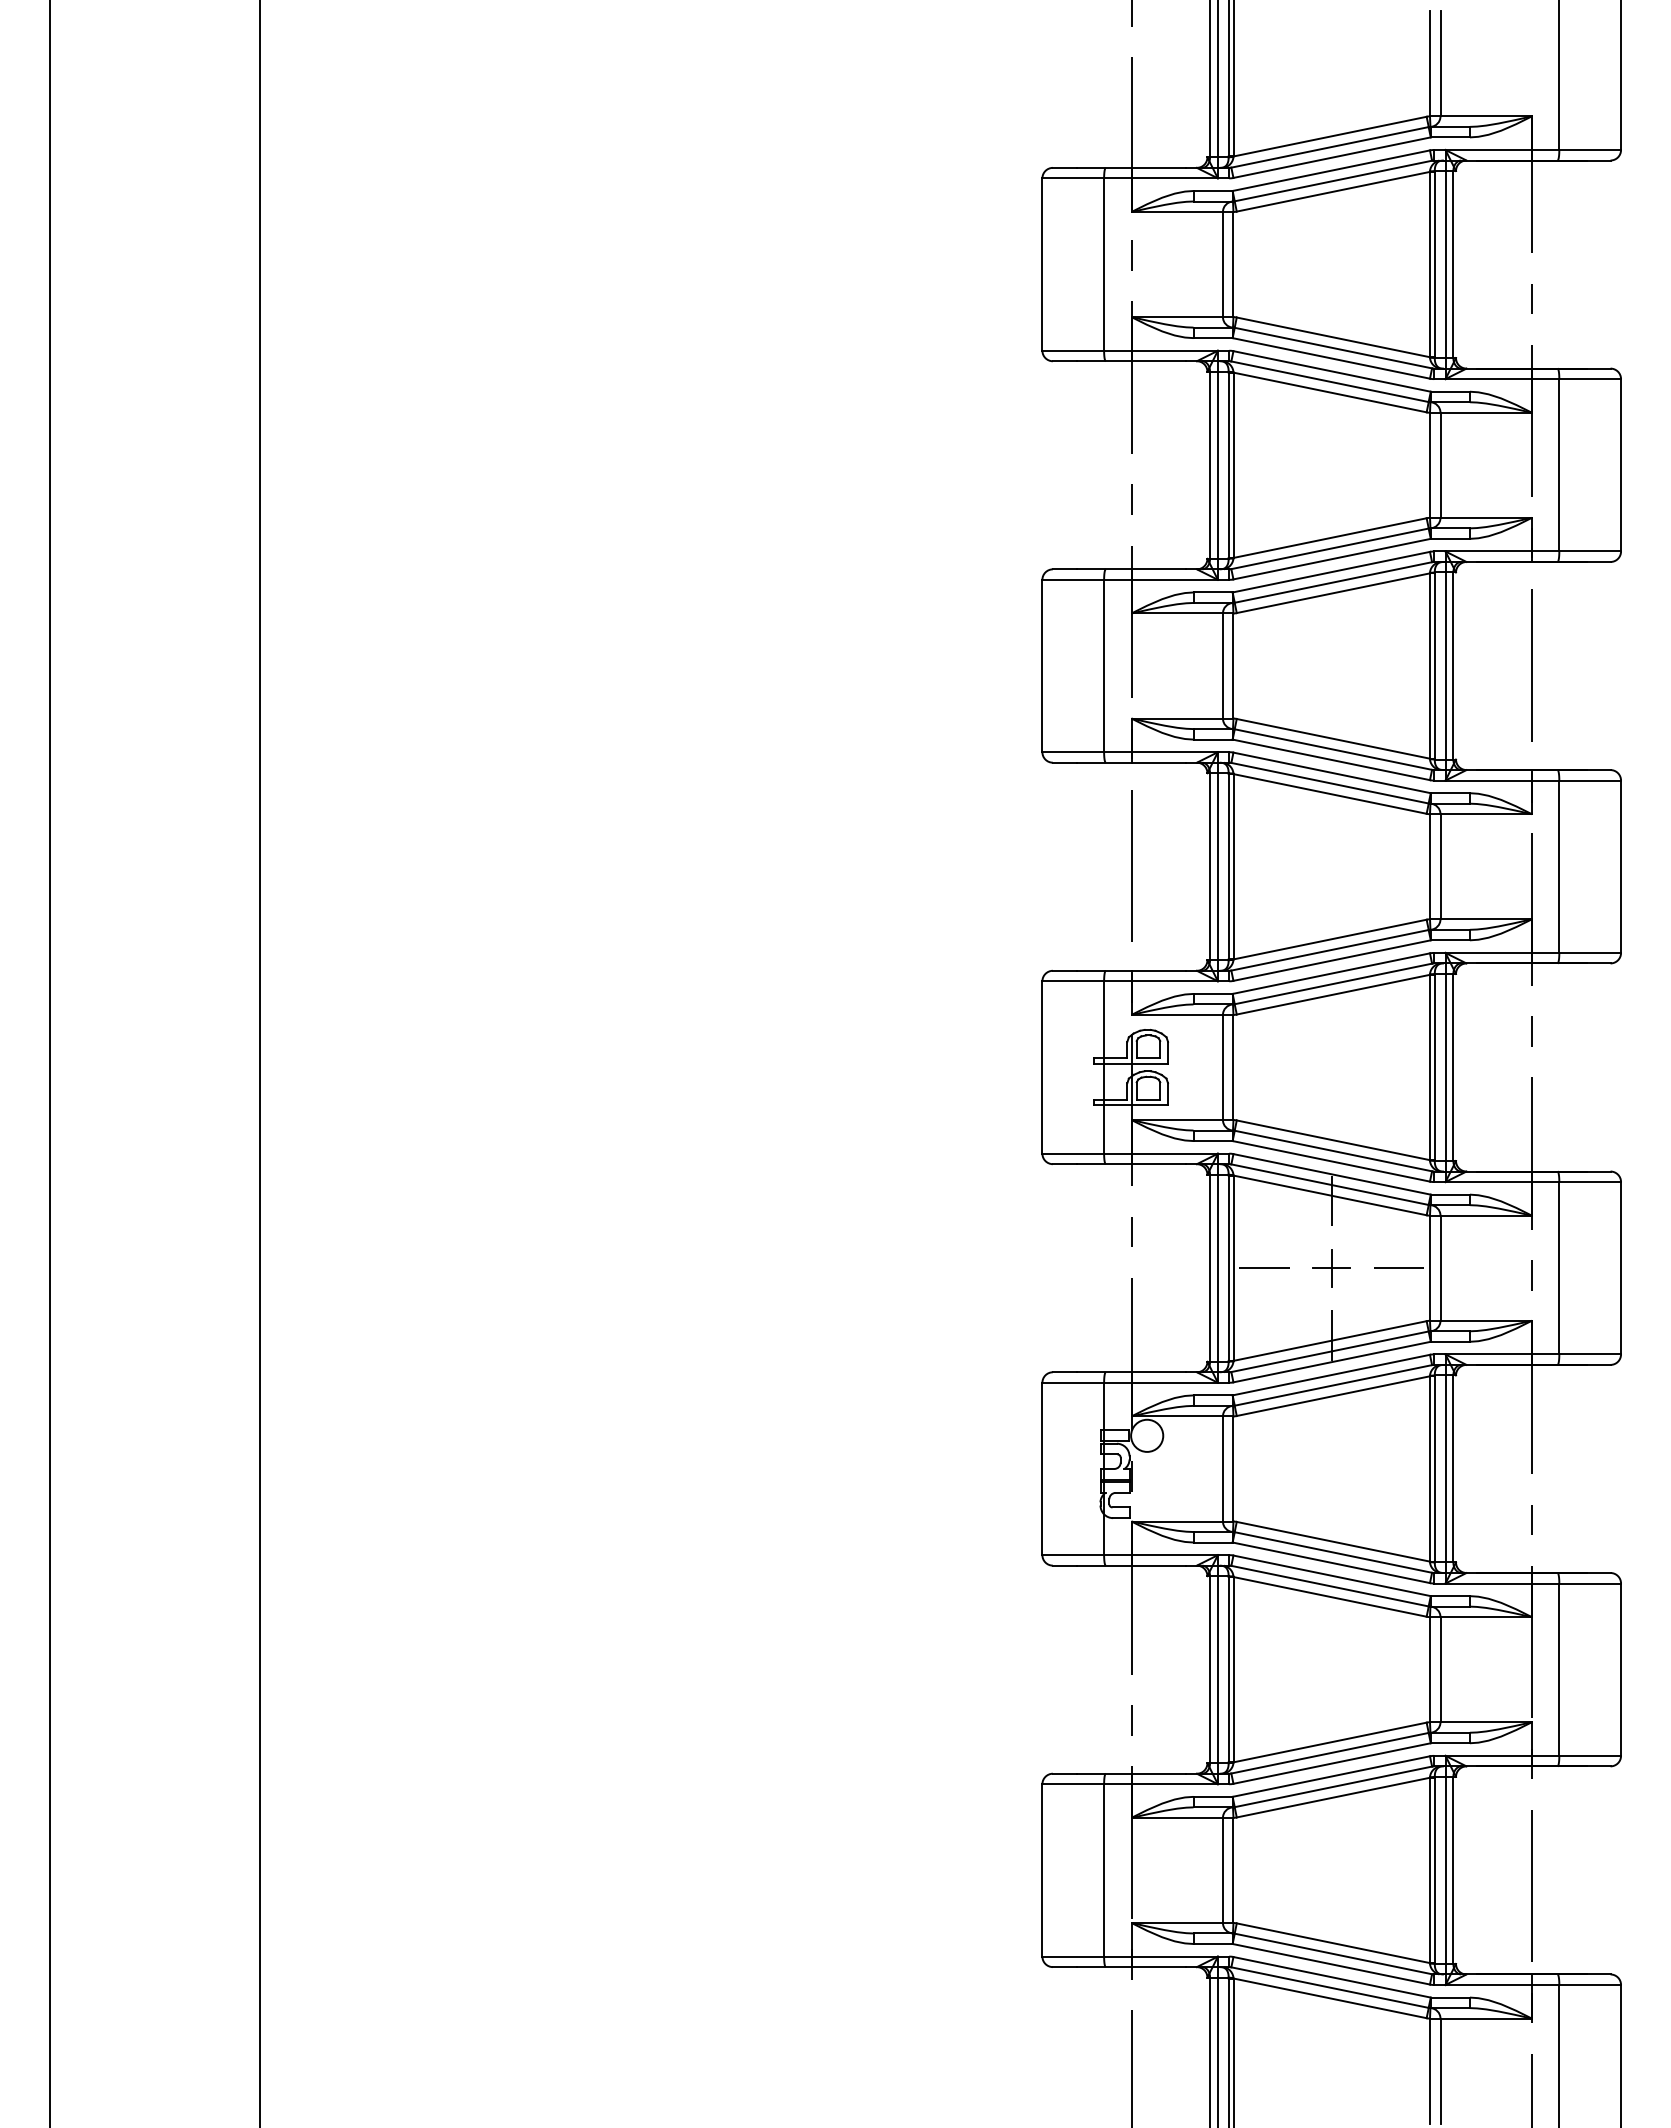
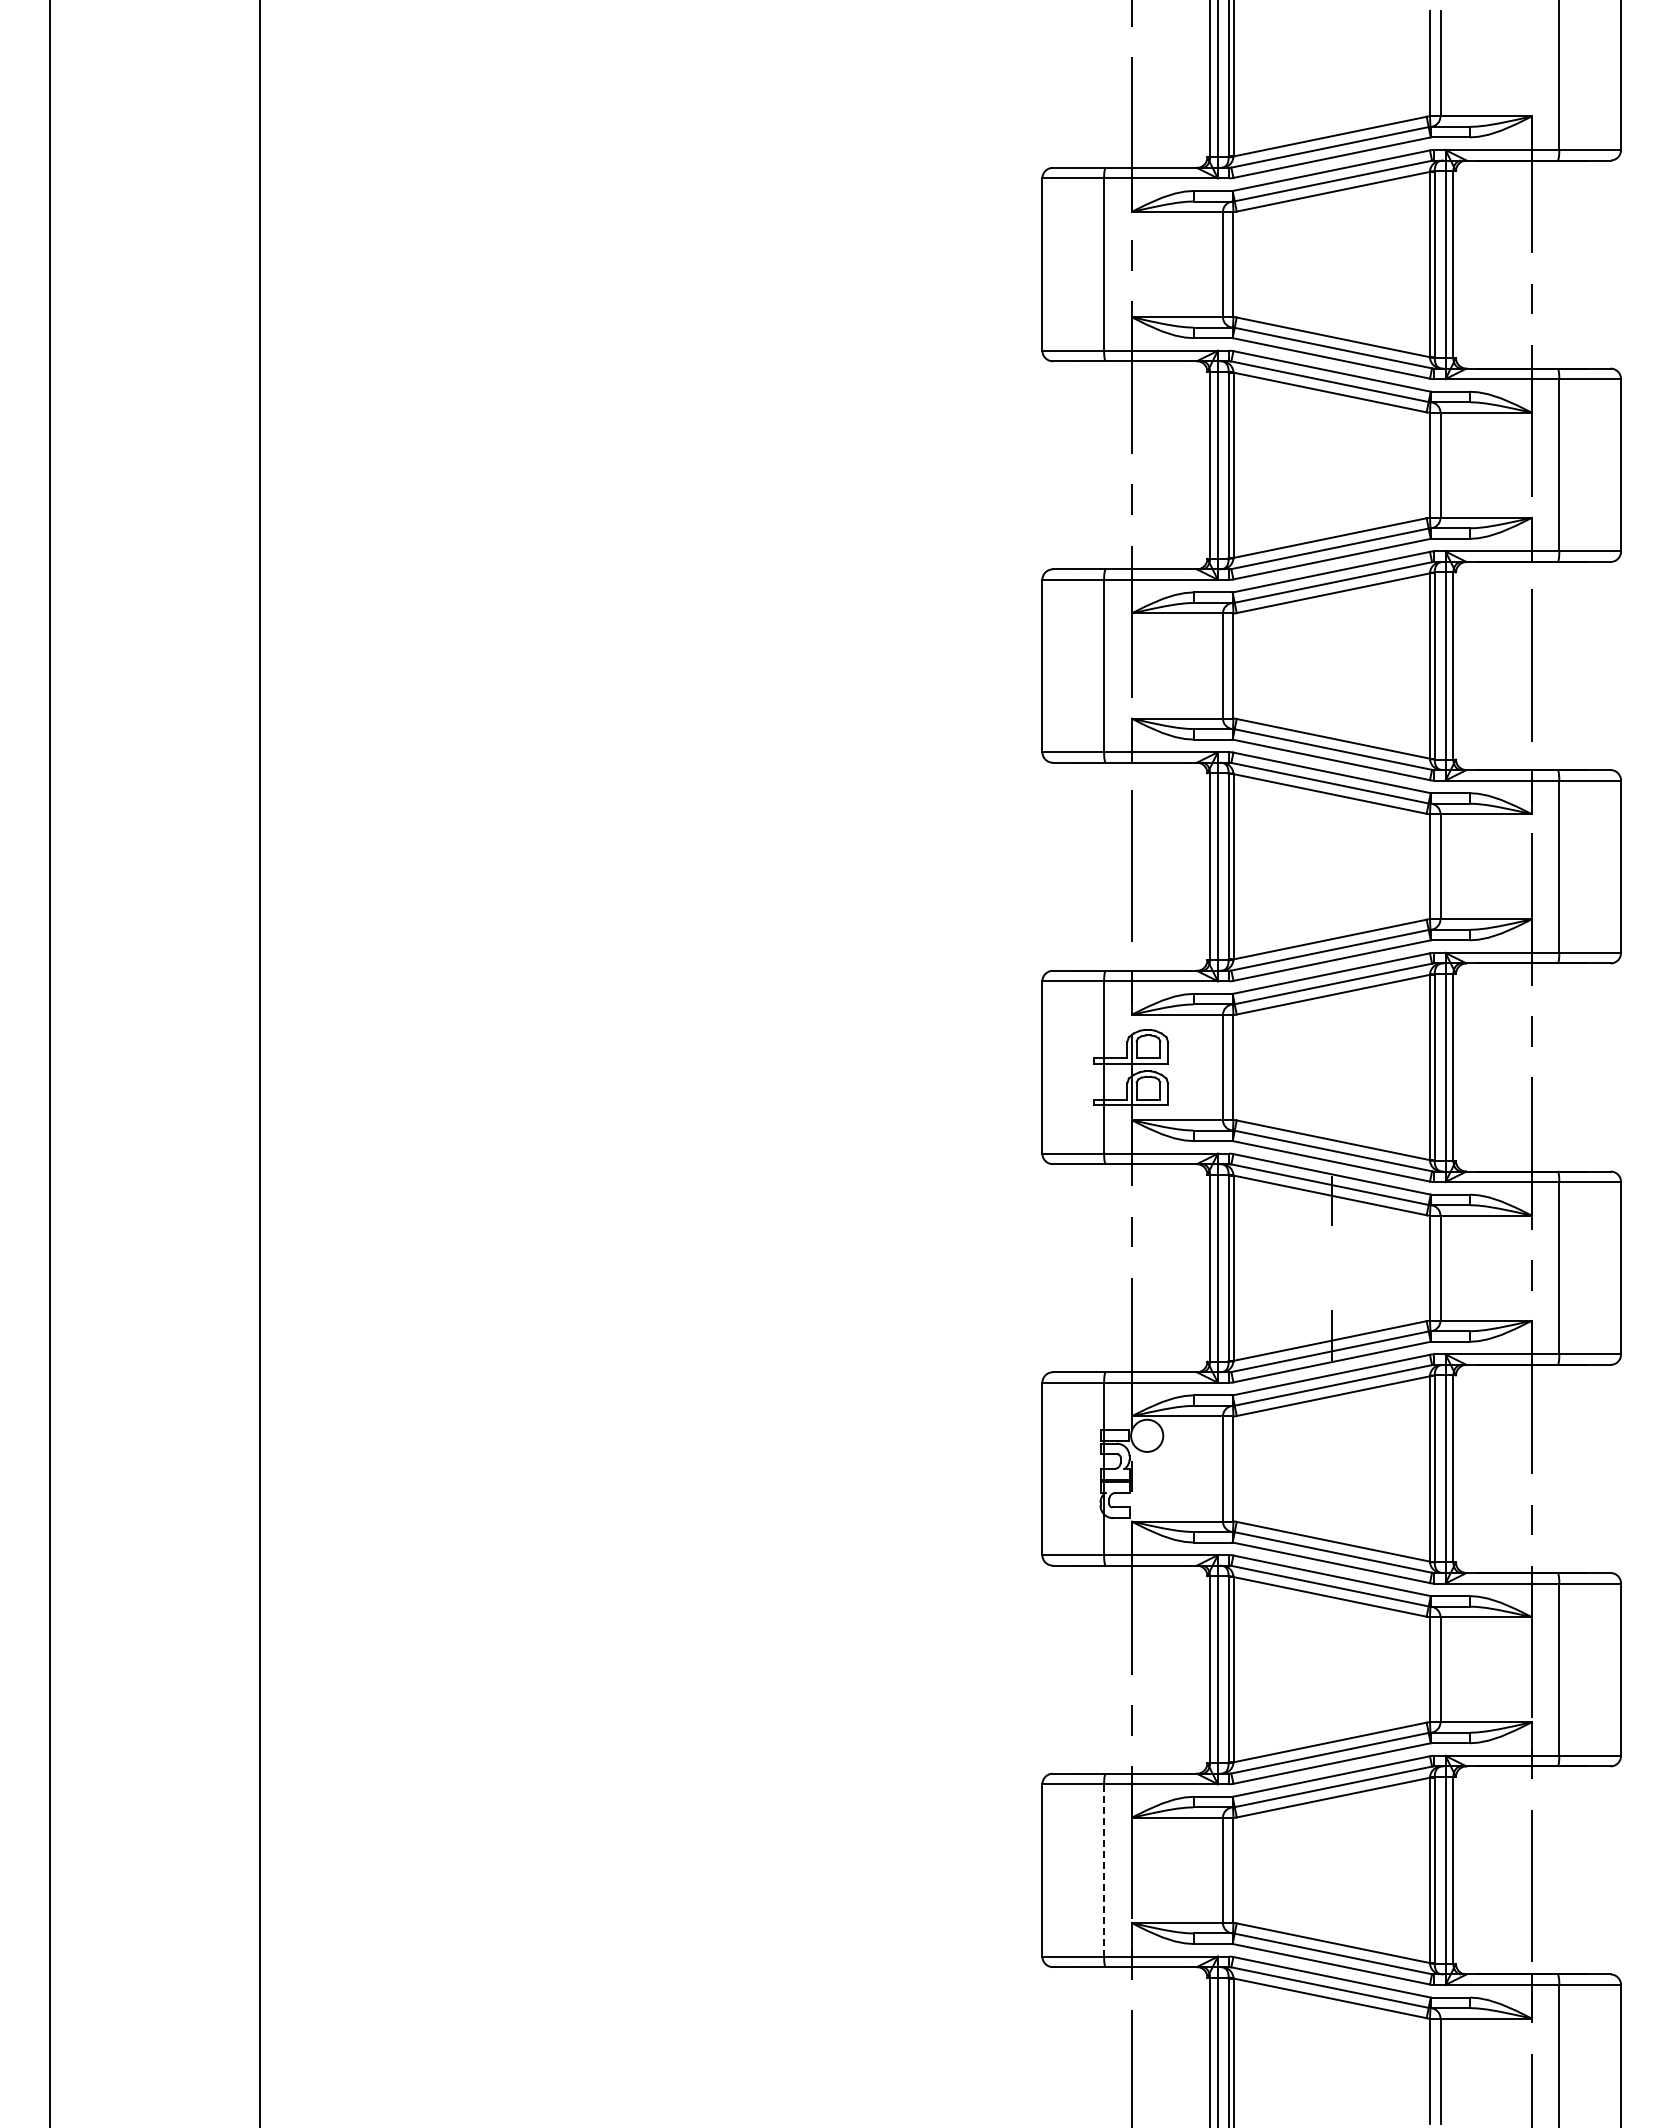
line at (1264, 1268): present -> none
part at (1331, 1268): present -> none
line at (1398, 1268): present -> none
line at (1104, 1869): solid -> dashed
